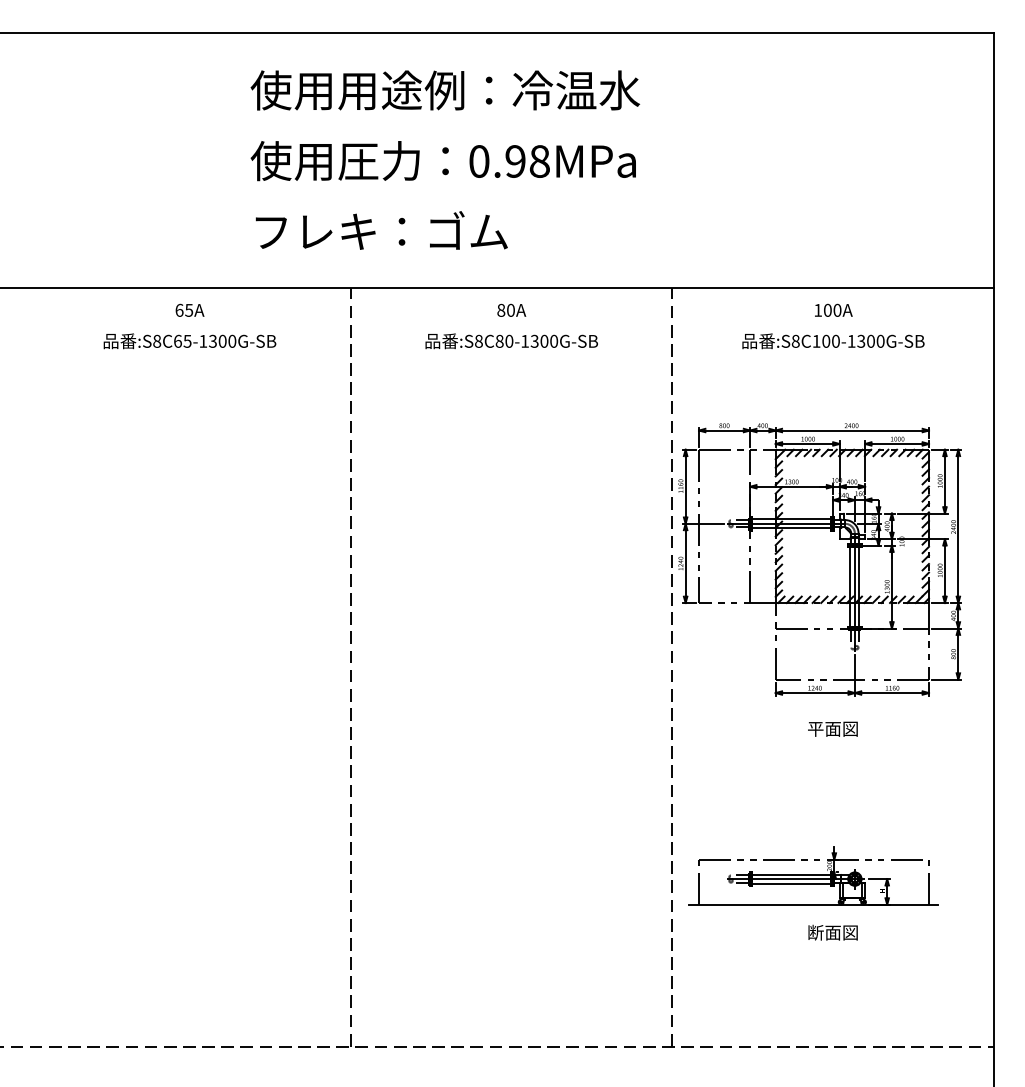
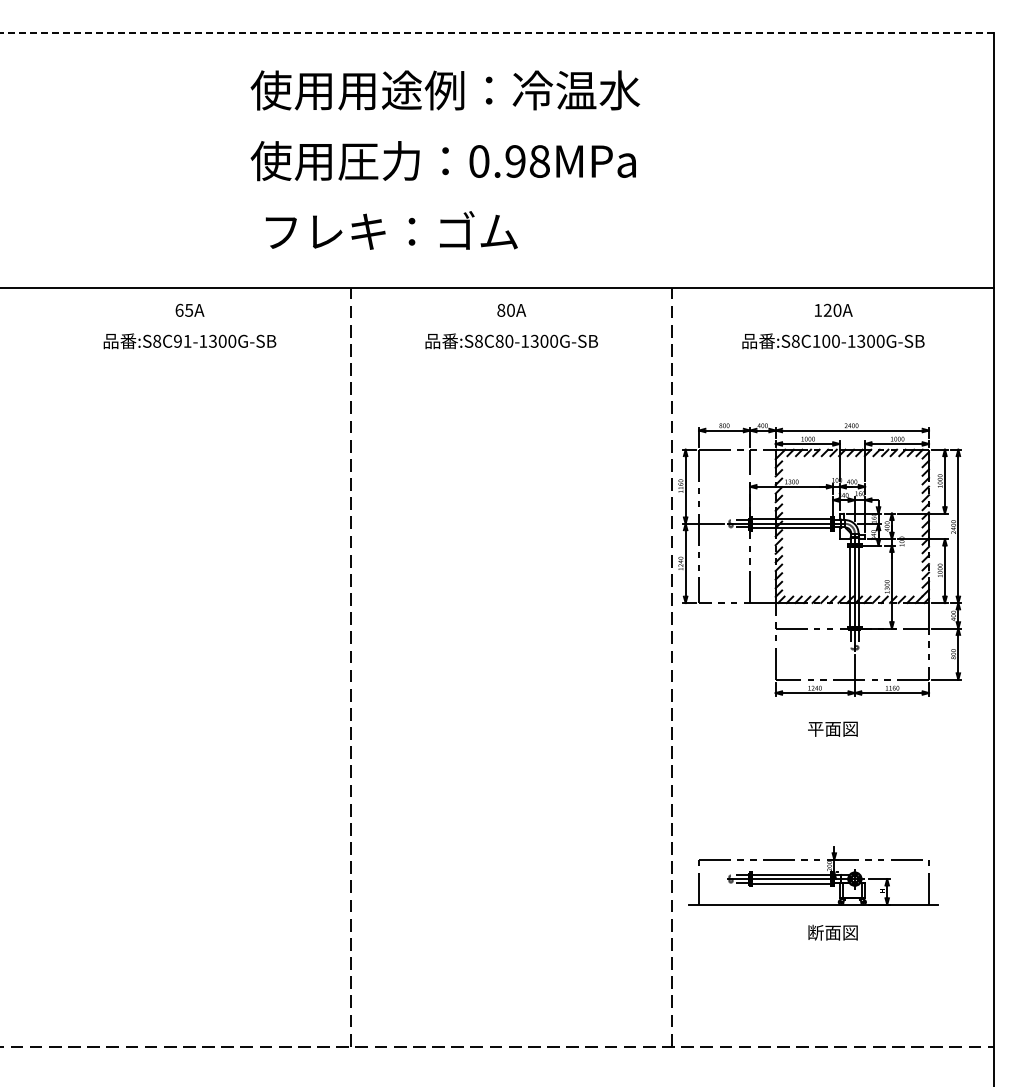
line at (497, 32): solid -> dashed
text at (381, 230) position: (381, 230) -> (391, 230)
text at (827, 310): 100A -> 120A
text at (182, 340): :S8C65-1300G-SB -> :S8C91-1300G-SB
